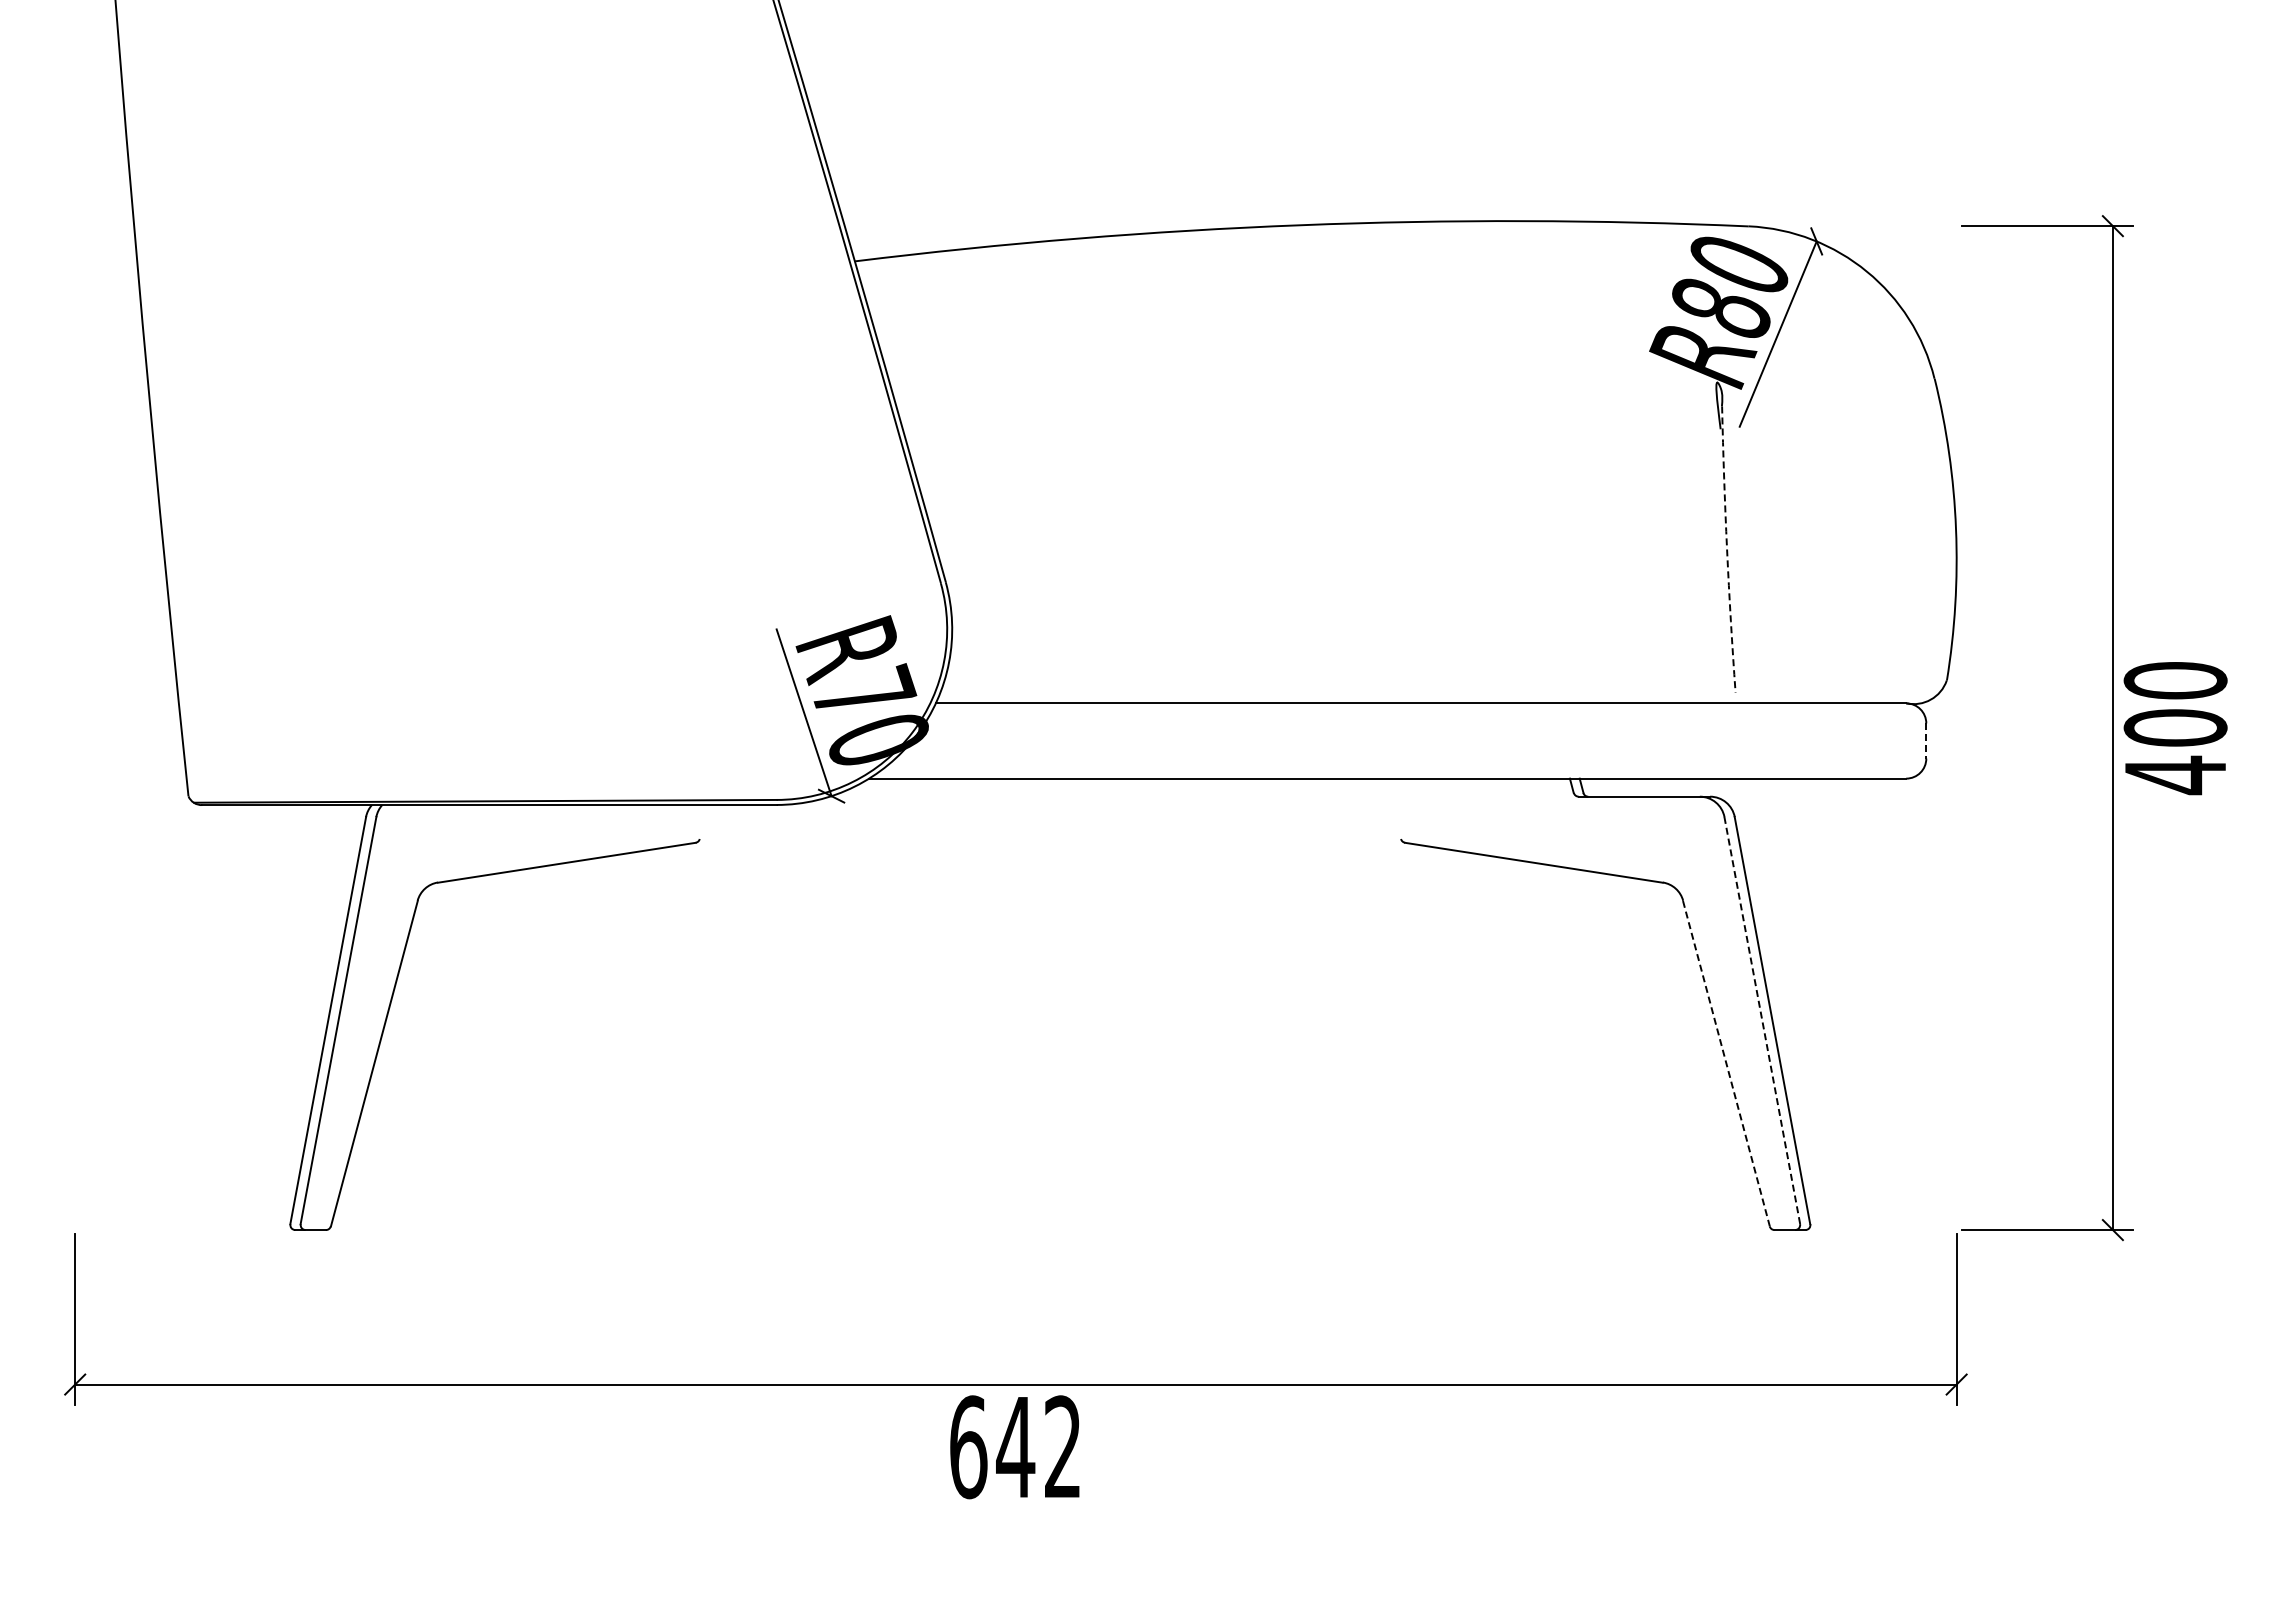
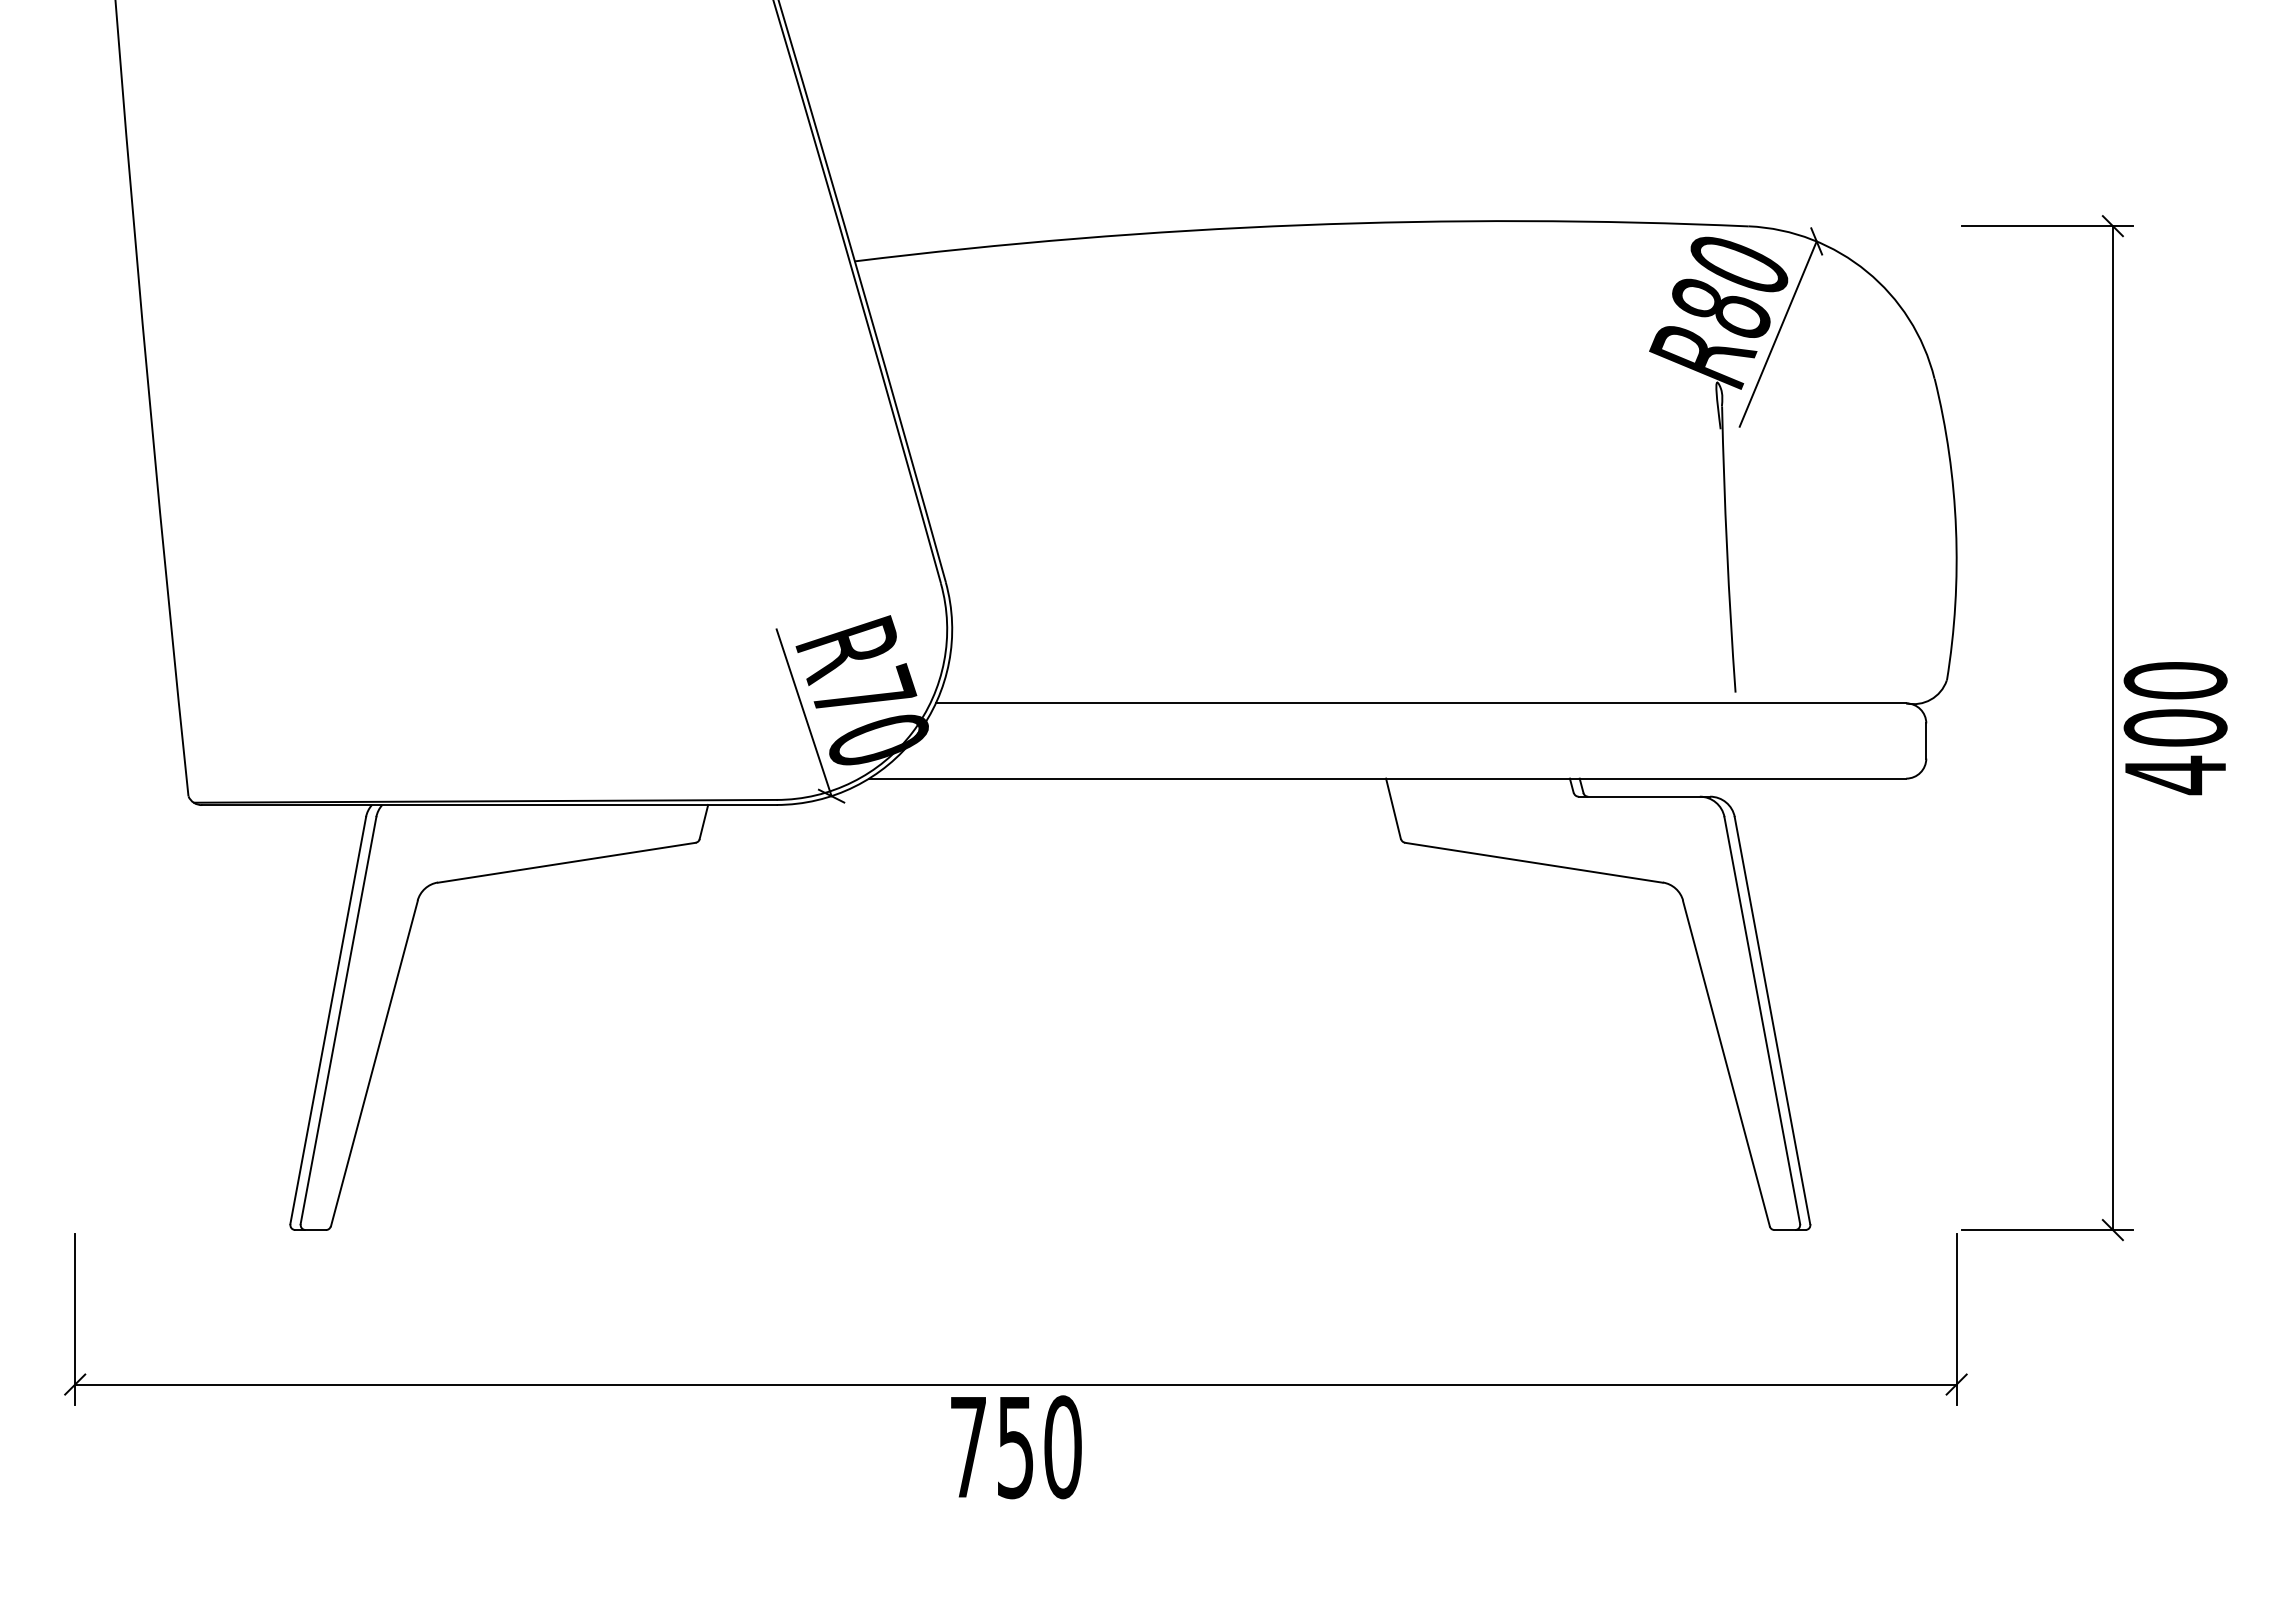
arc at (1727, 549): dashed -> solid
line at (1926, 741): dashed -> solid
line at (1393, 808): none -> present
line at (703, 821): none -> present
line at (1762, 1021): dashed -> solid
line at (1726, 1064): dashed -> solid
text at (1015, 1447): 642 -> 750
